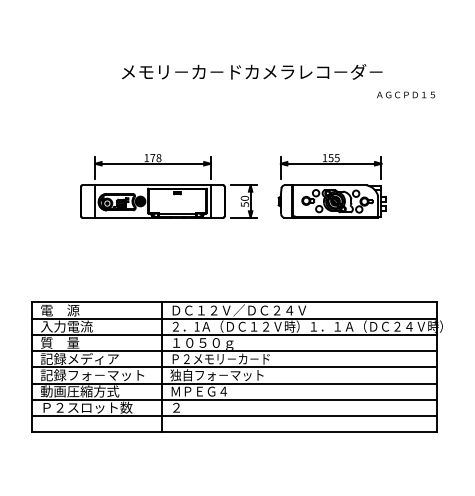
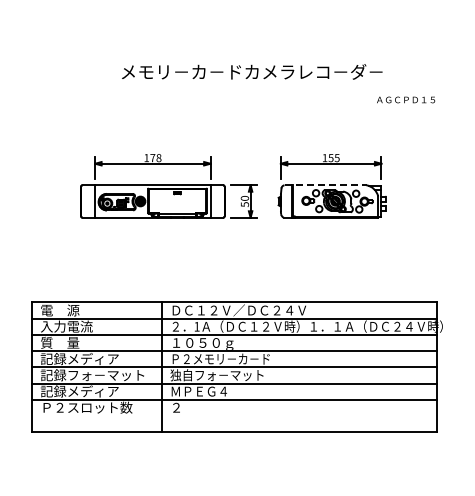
text at (406, 94) position: (406, 94) -> (406, 99)
line at (325, 185): solid -> dashed
text at (79, 391): 動画圧縮方式 -> 記録メディア
line at (234, 415): present -> none
